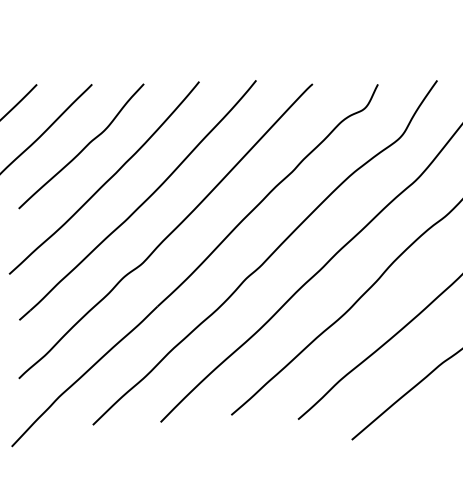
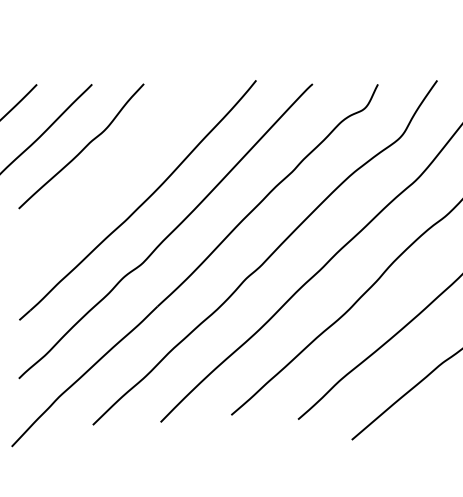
curve at (106, 180): present -> none
